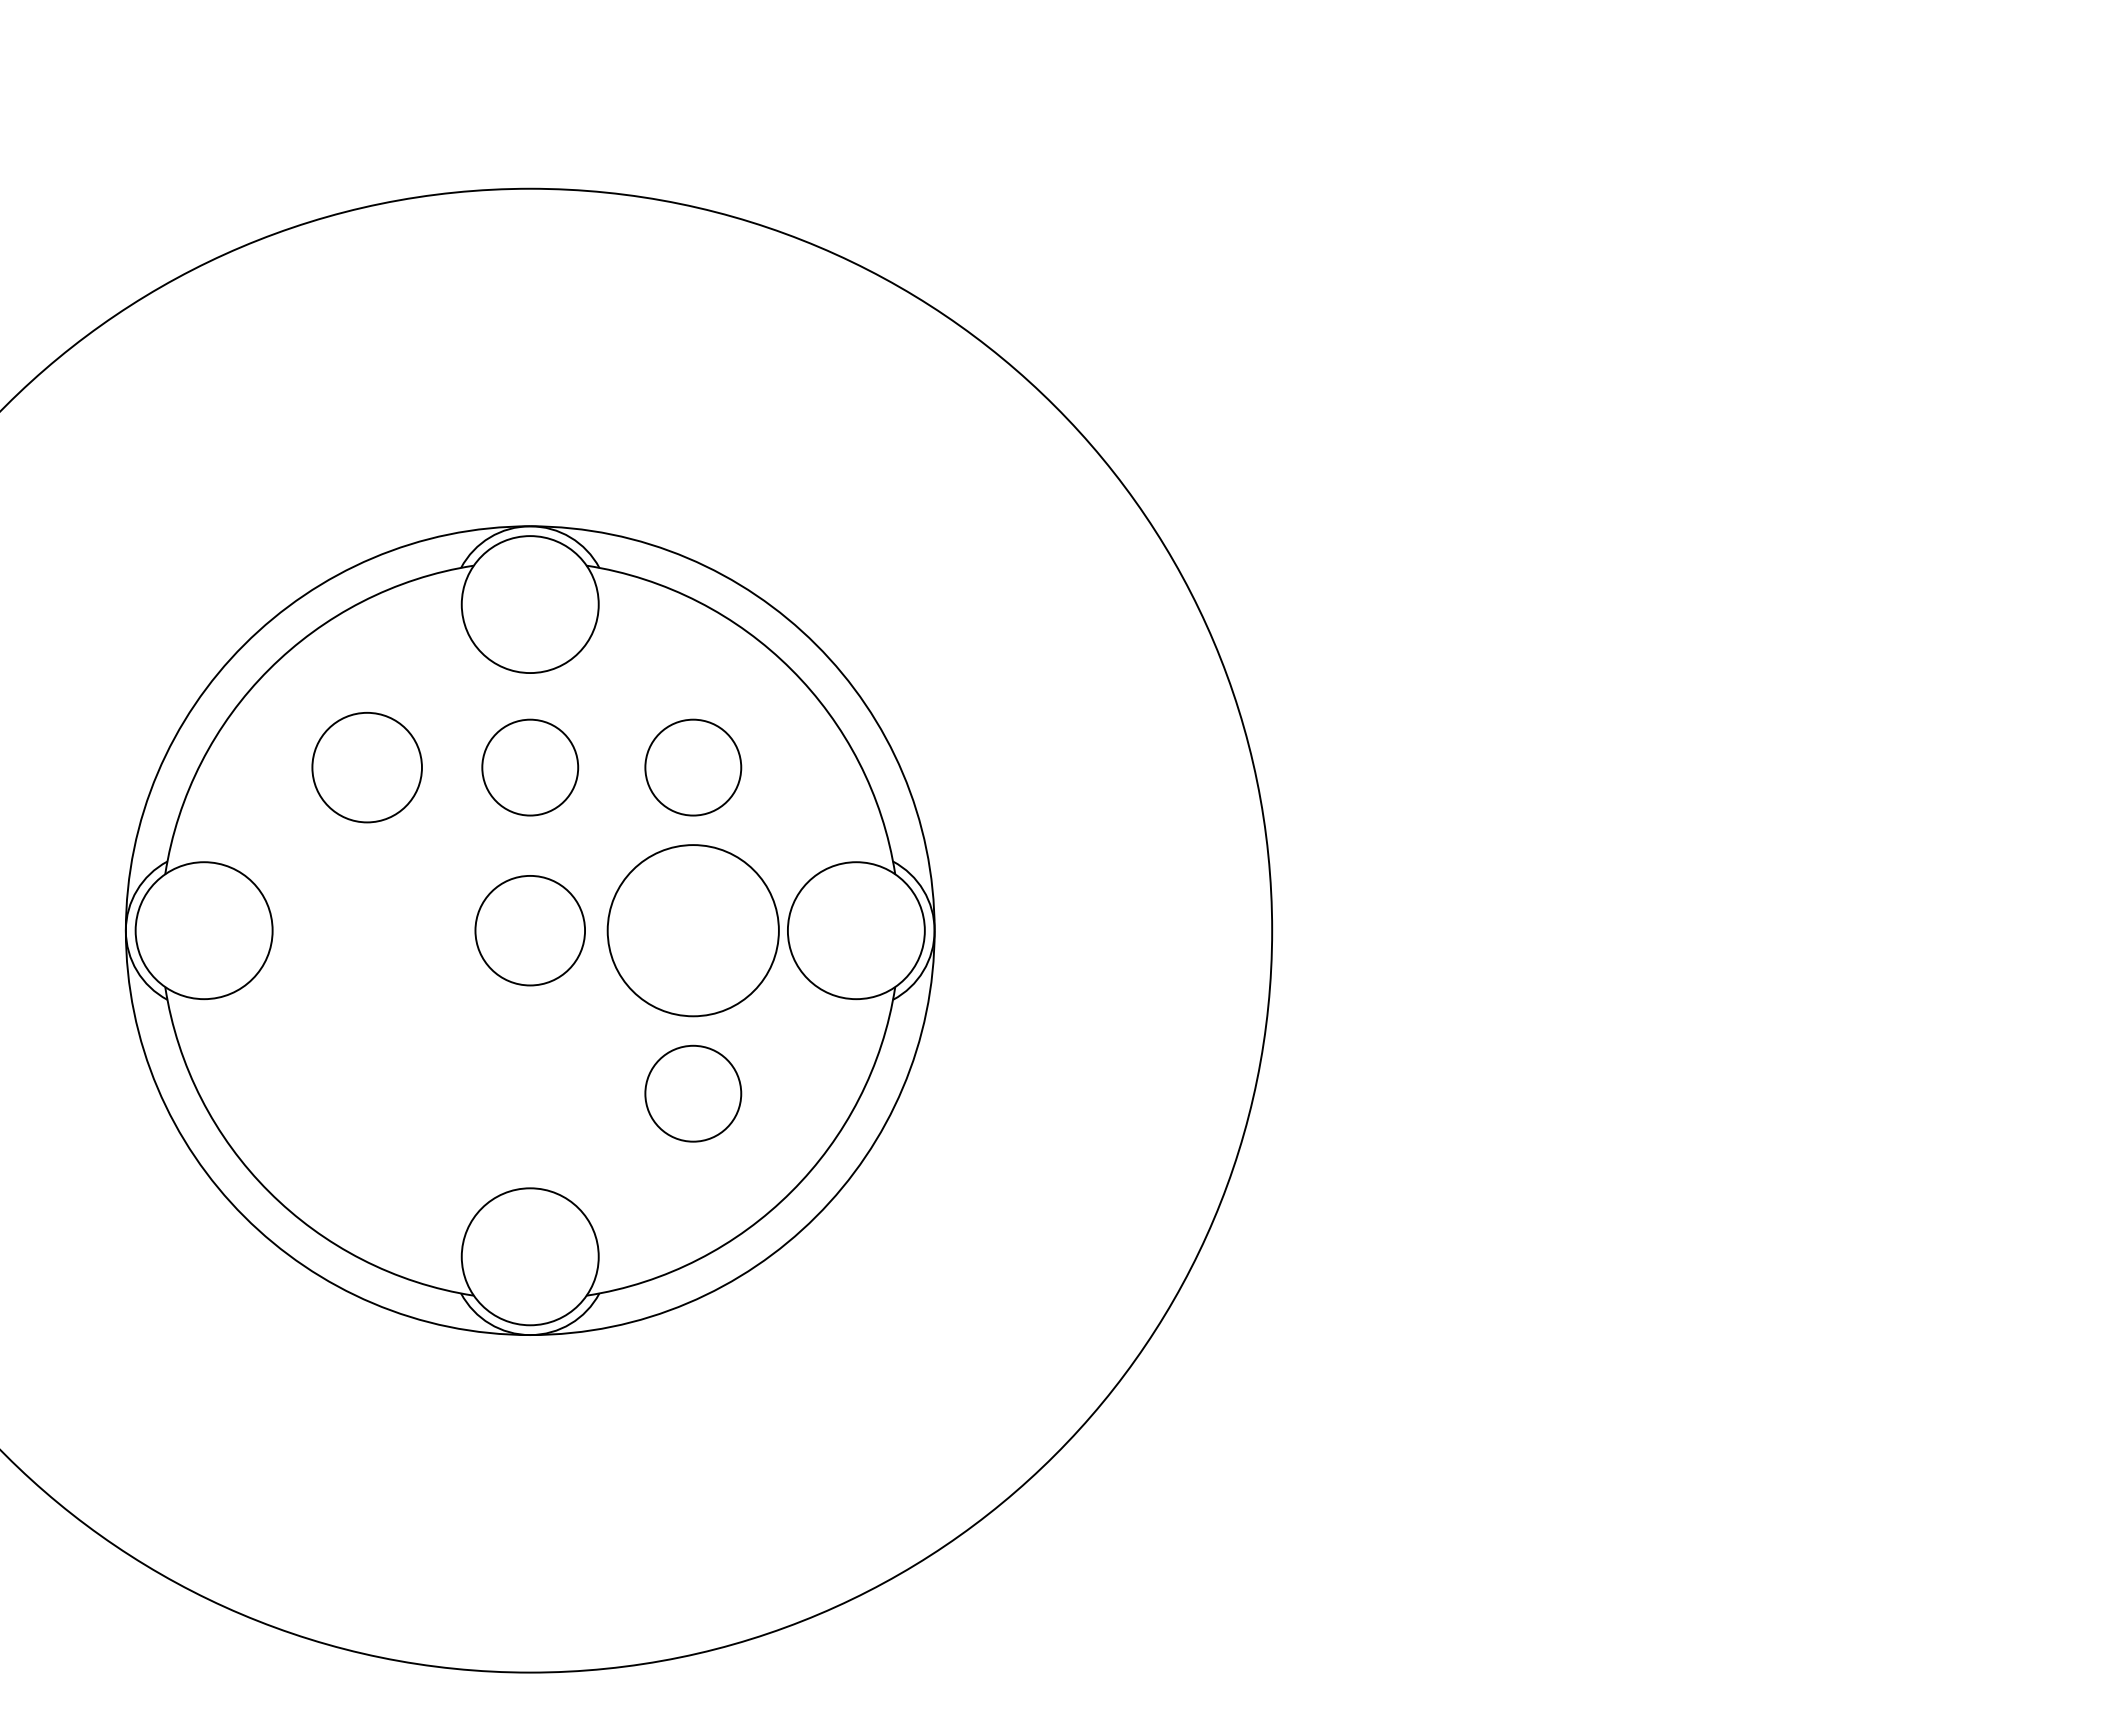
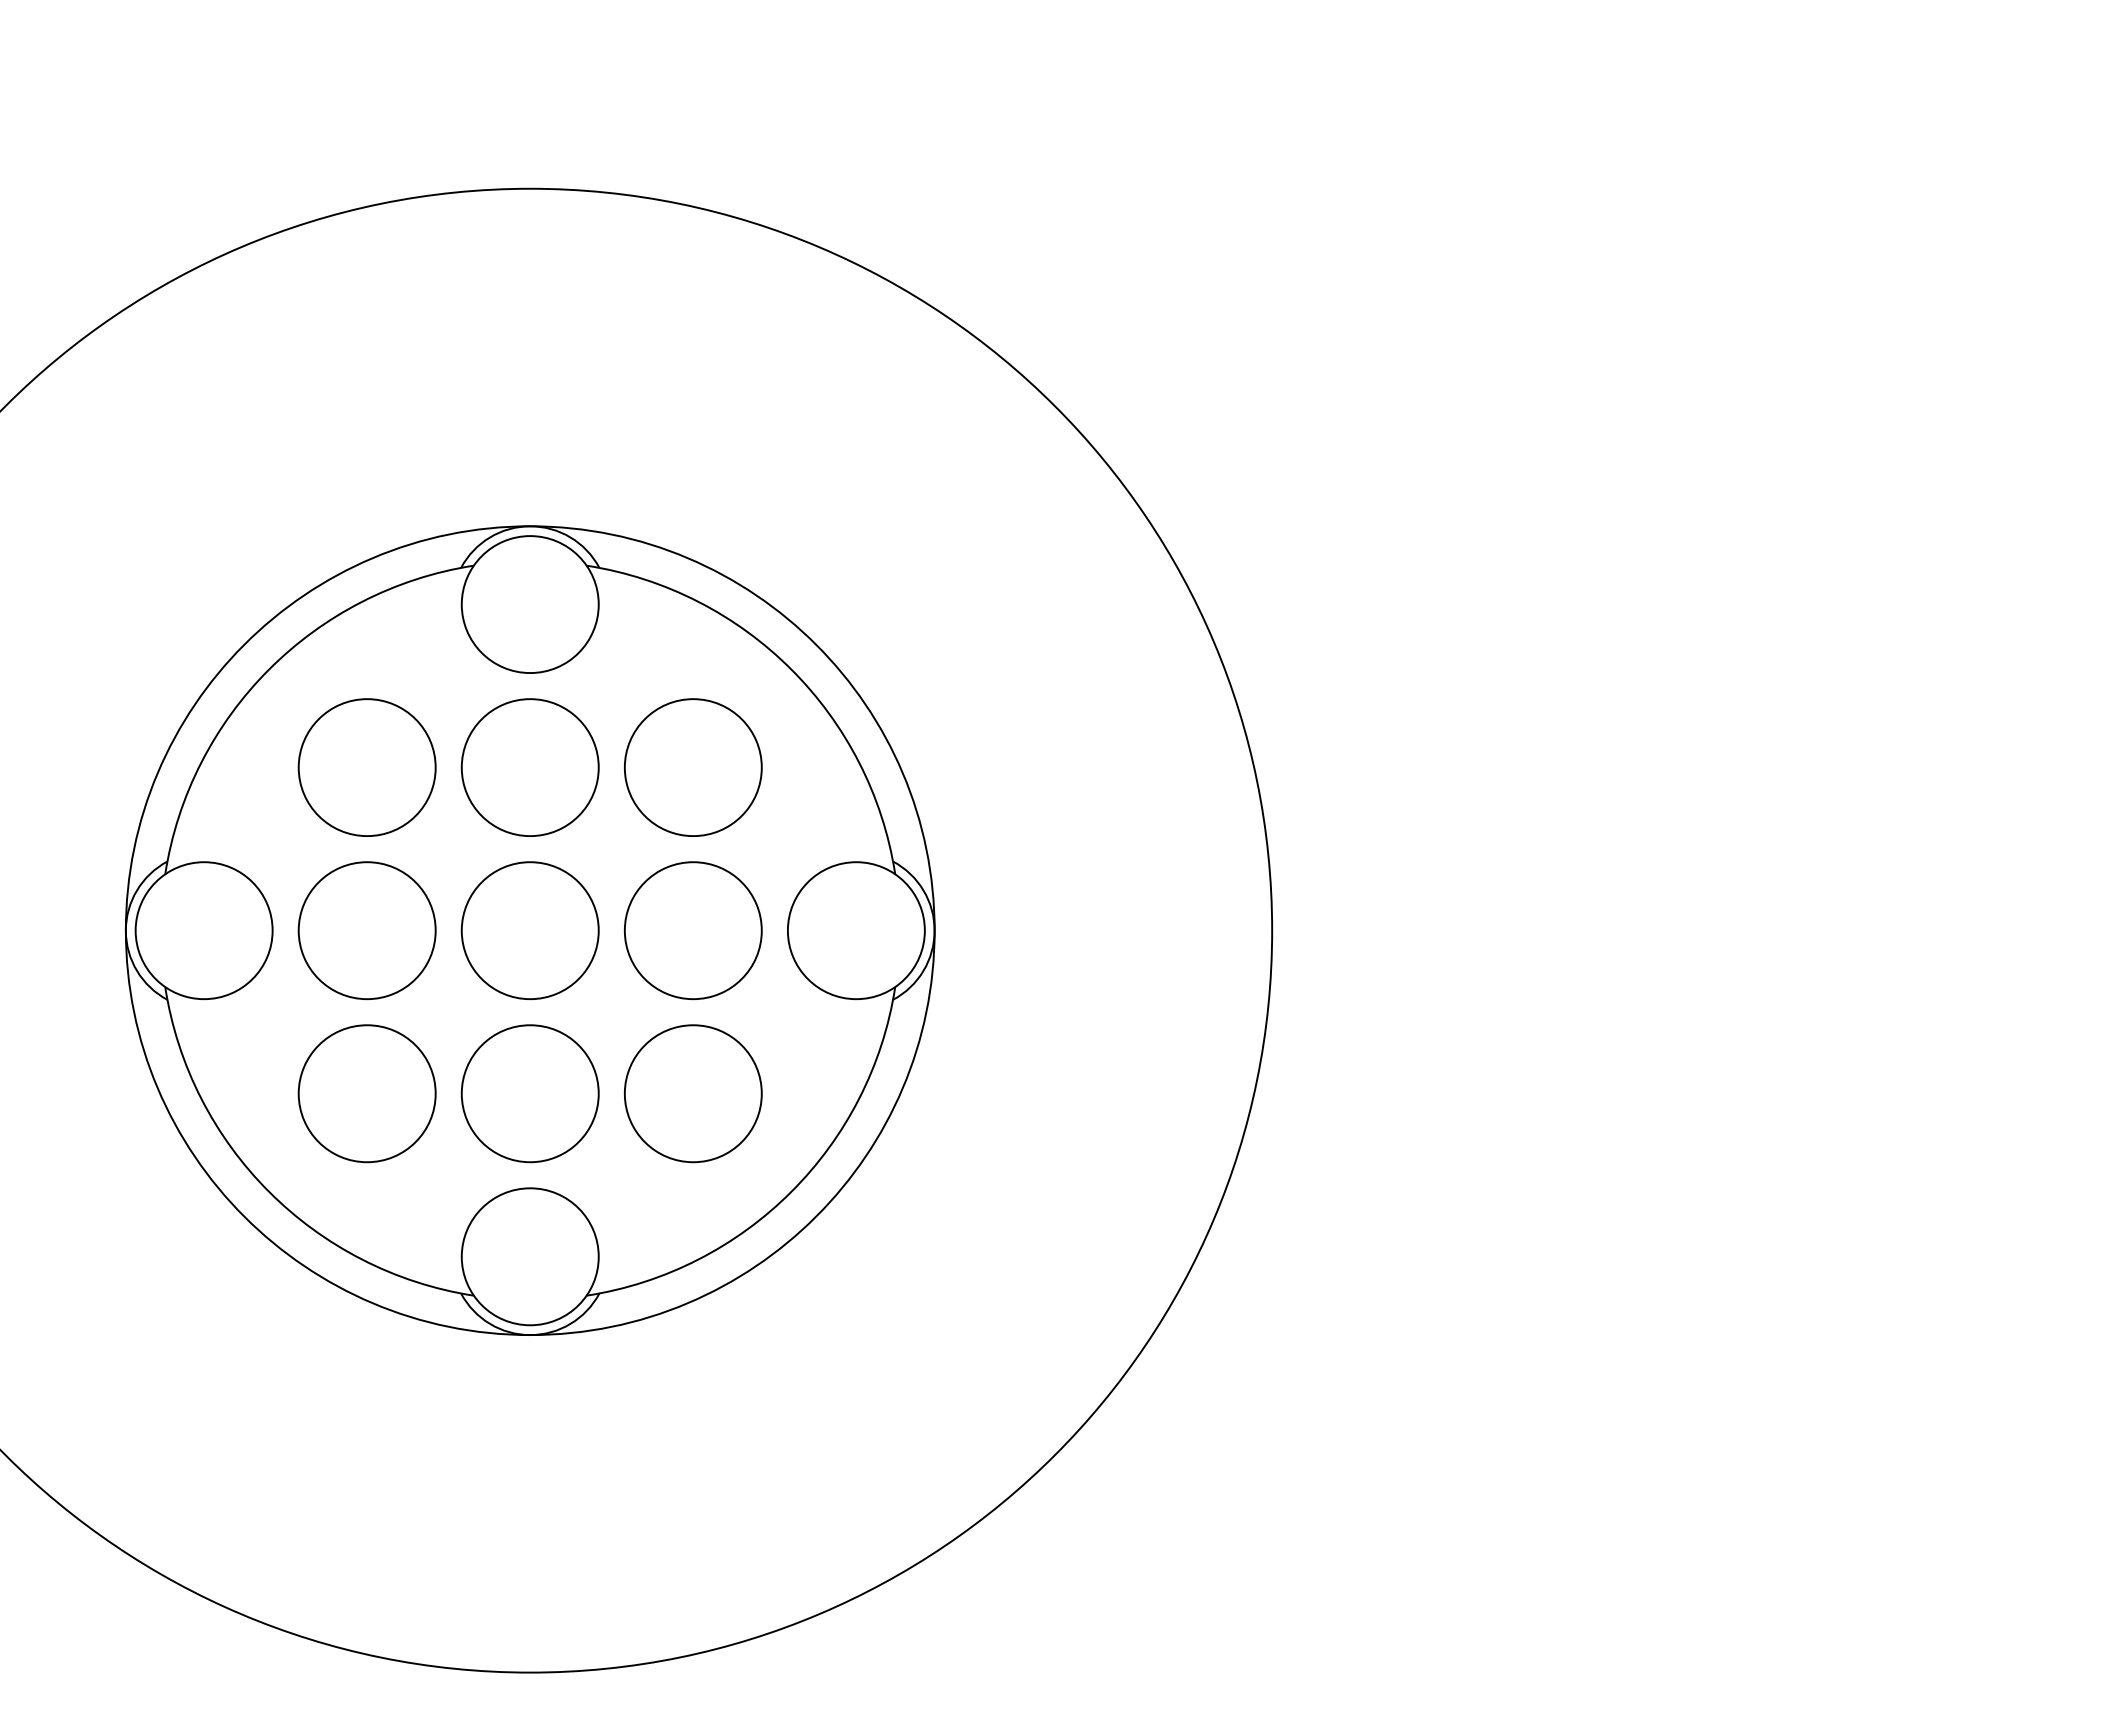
circle at (366, 767) diameter: 110 px -> 137 px
circle at (530, 767) diameter: 96 px -> 137 px
circle at (693, 767) diameter: 96 px -> 137 px
circle at (366, 930): none -> present
circle at (530, 930) diameter: 110 px -> 137 px
circle at (692, 930) diameter: 171 px -> 137 px
circle at (366, 1093): none -> present
circle at (529, 1093): none -> present
circle at (693, 1093) diameter: 96 px -> 137 px
